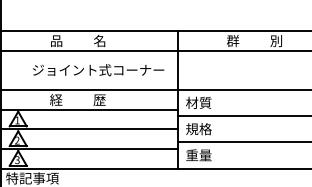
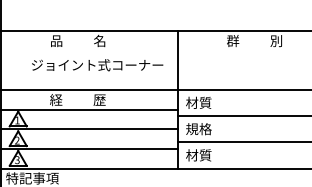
line at (155, 50): present -> none
text at (98, 70) position: (98, 70) -> (97, 65)
text at (198, 155): 重量 -> 材質
